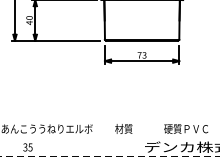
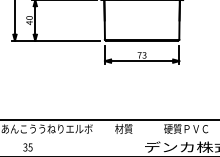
line at (109, 119): none -> present
line at (110, 156): dashed -> solid
